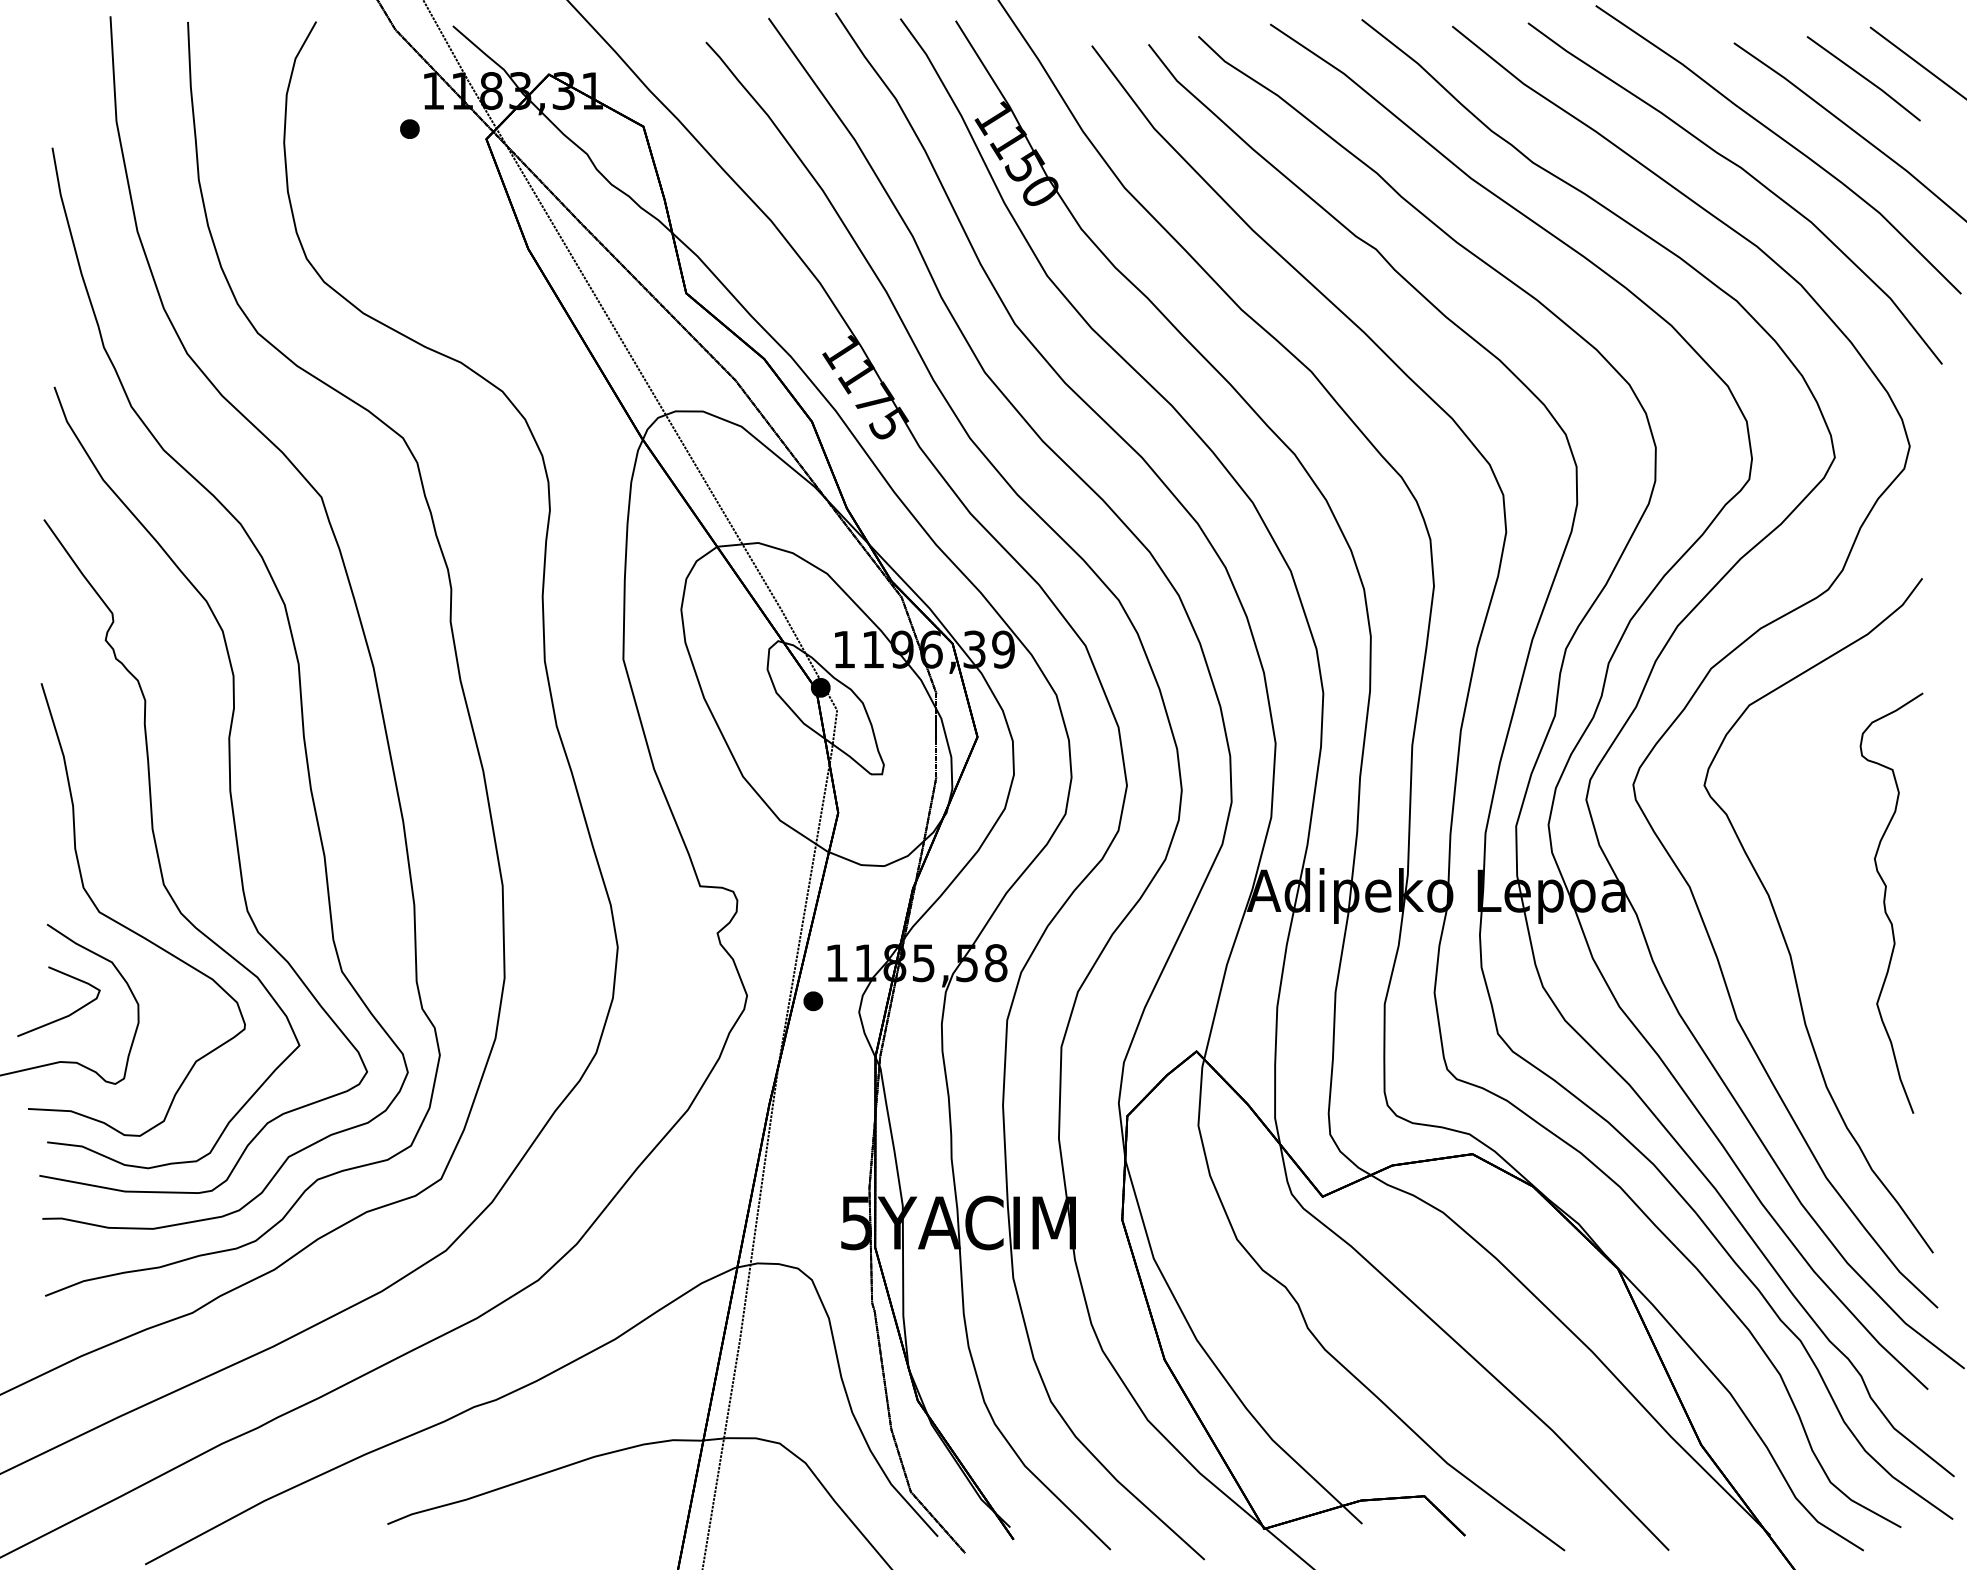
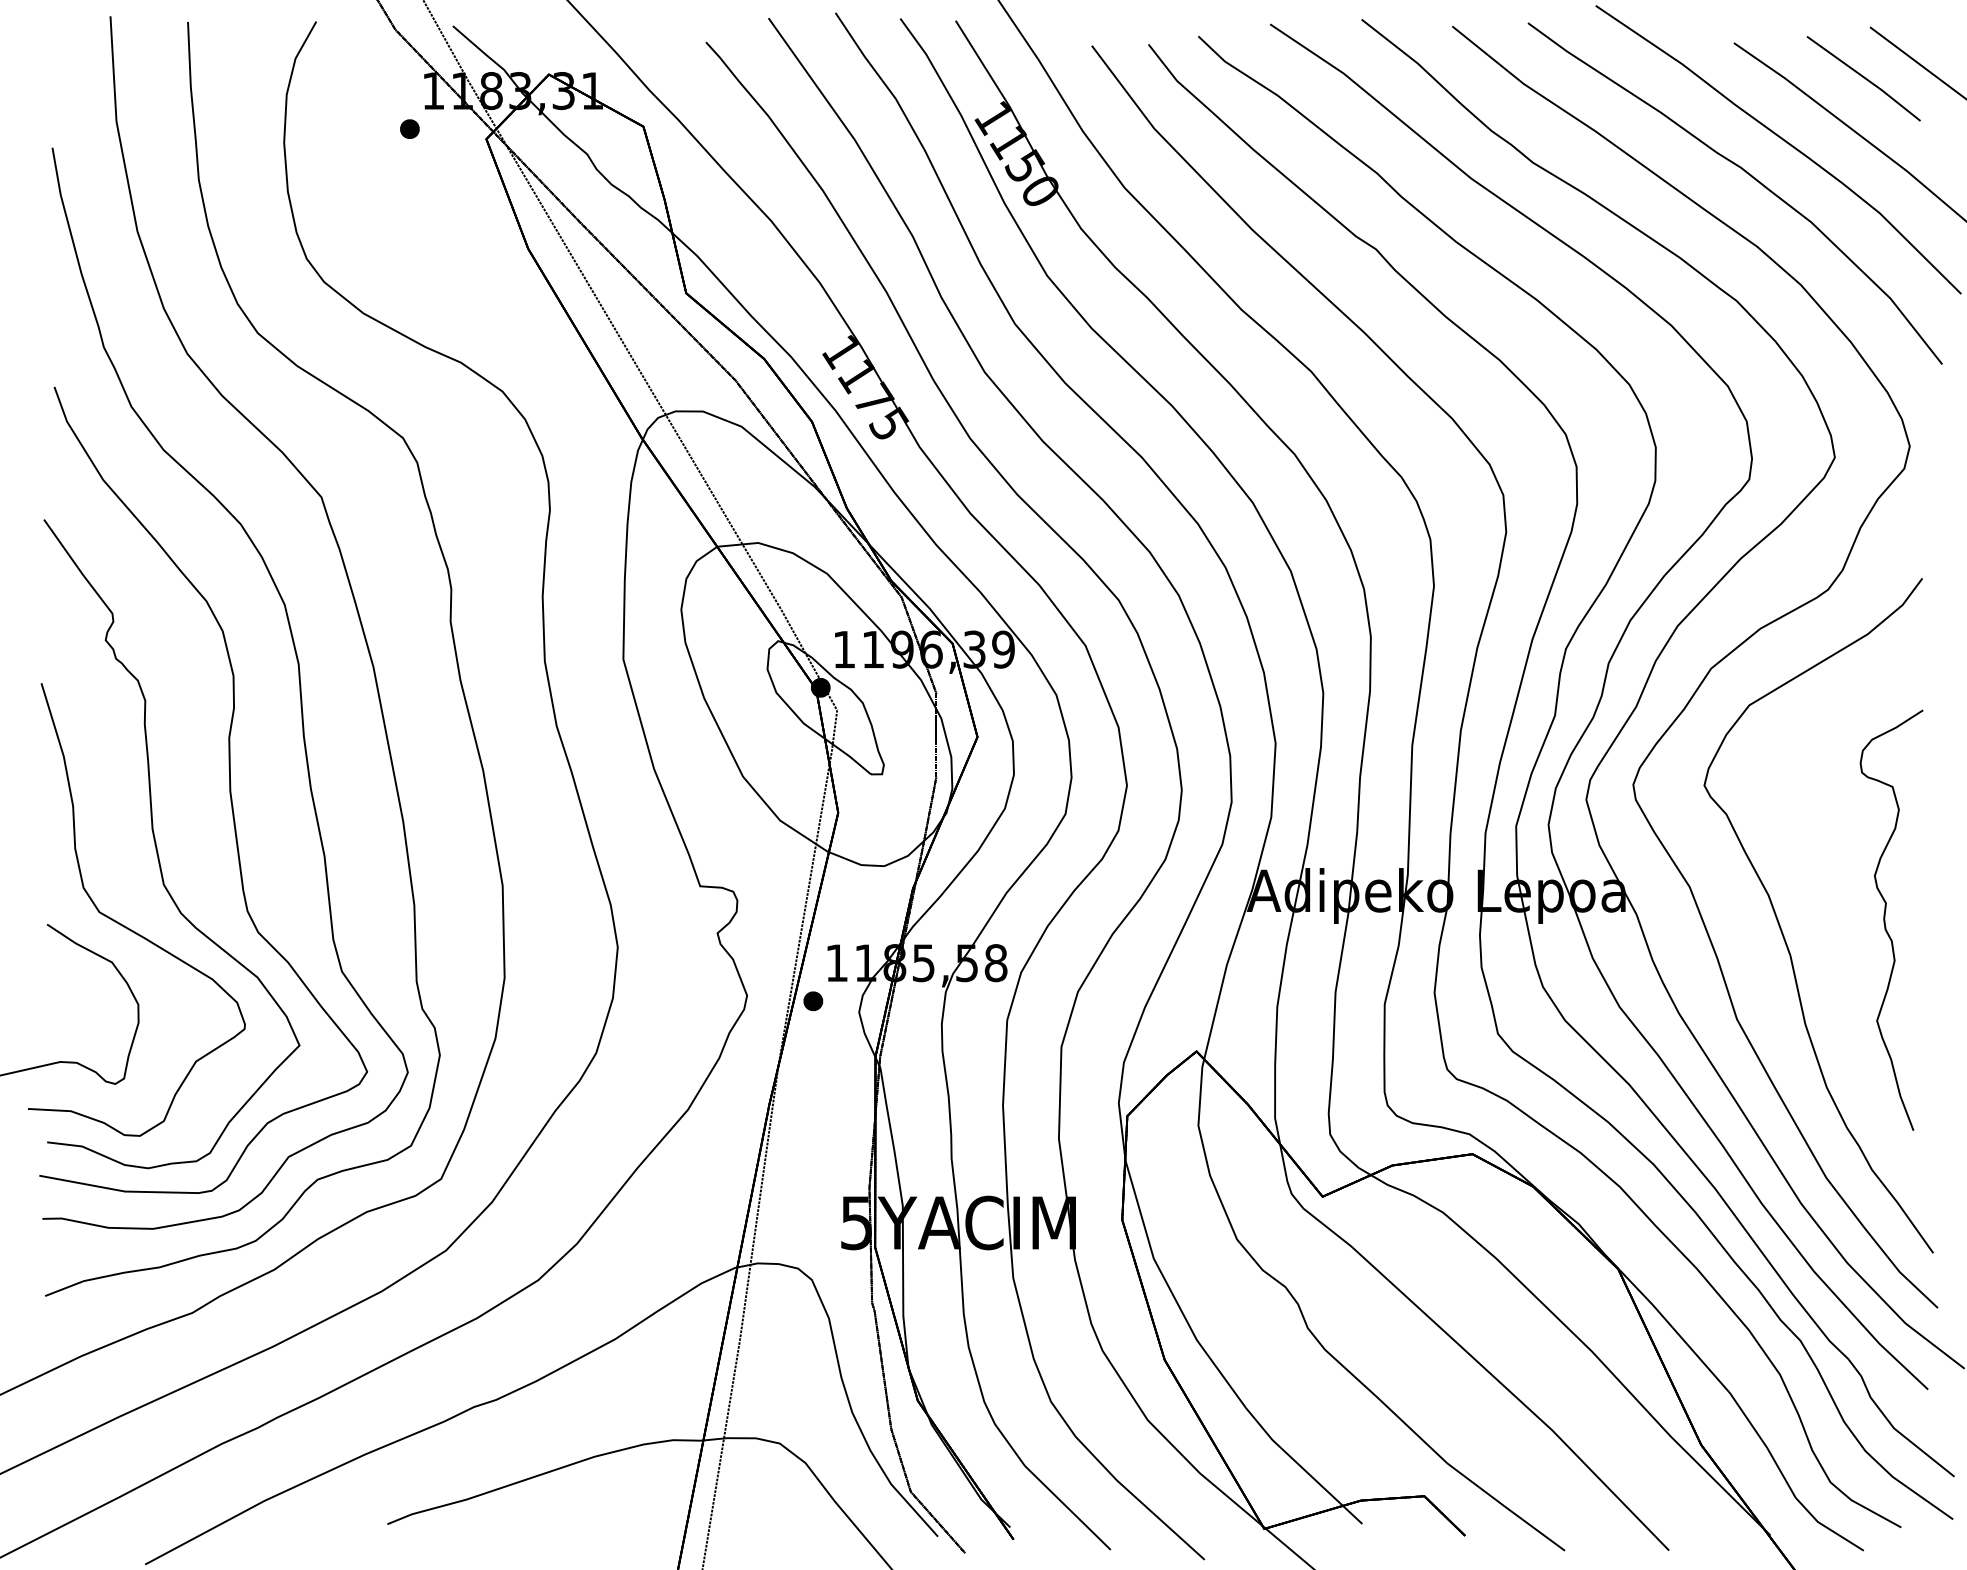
curve at (1885, 902) position: (1885, 902) -> (1885, 919)
curve at (66, 1015): present -> none
